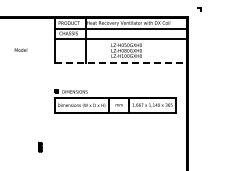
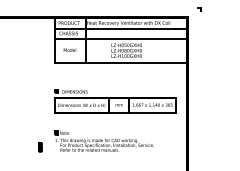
text at (20, 49) position: (20, 49) -> (69, 49)
line at (120, 63): dashed -> solid
part at (103, 140): none -> present
